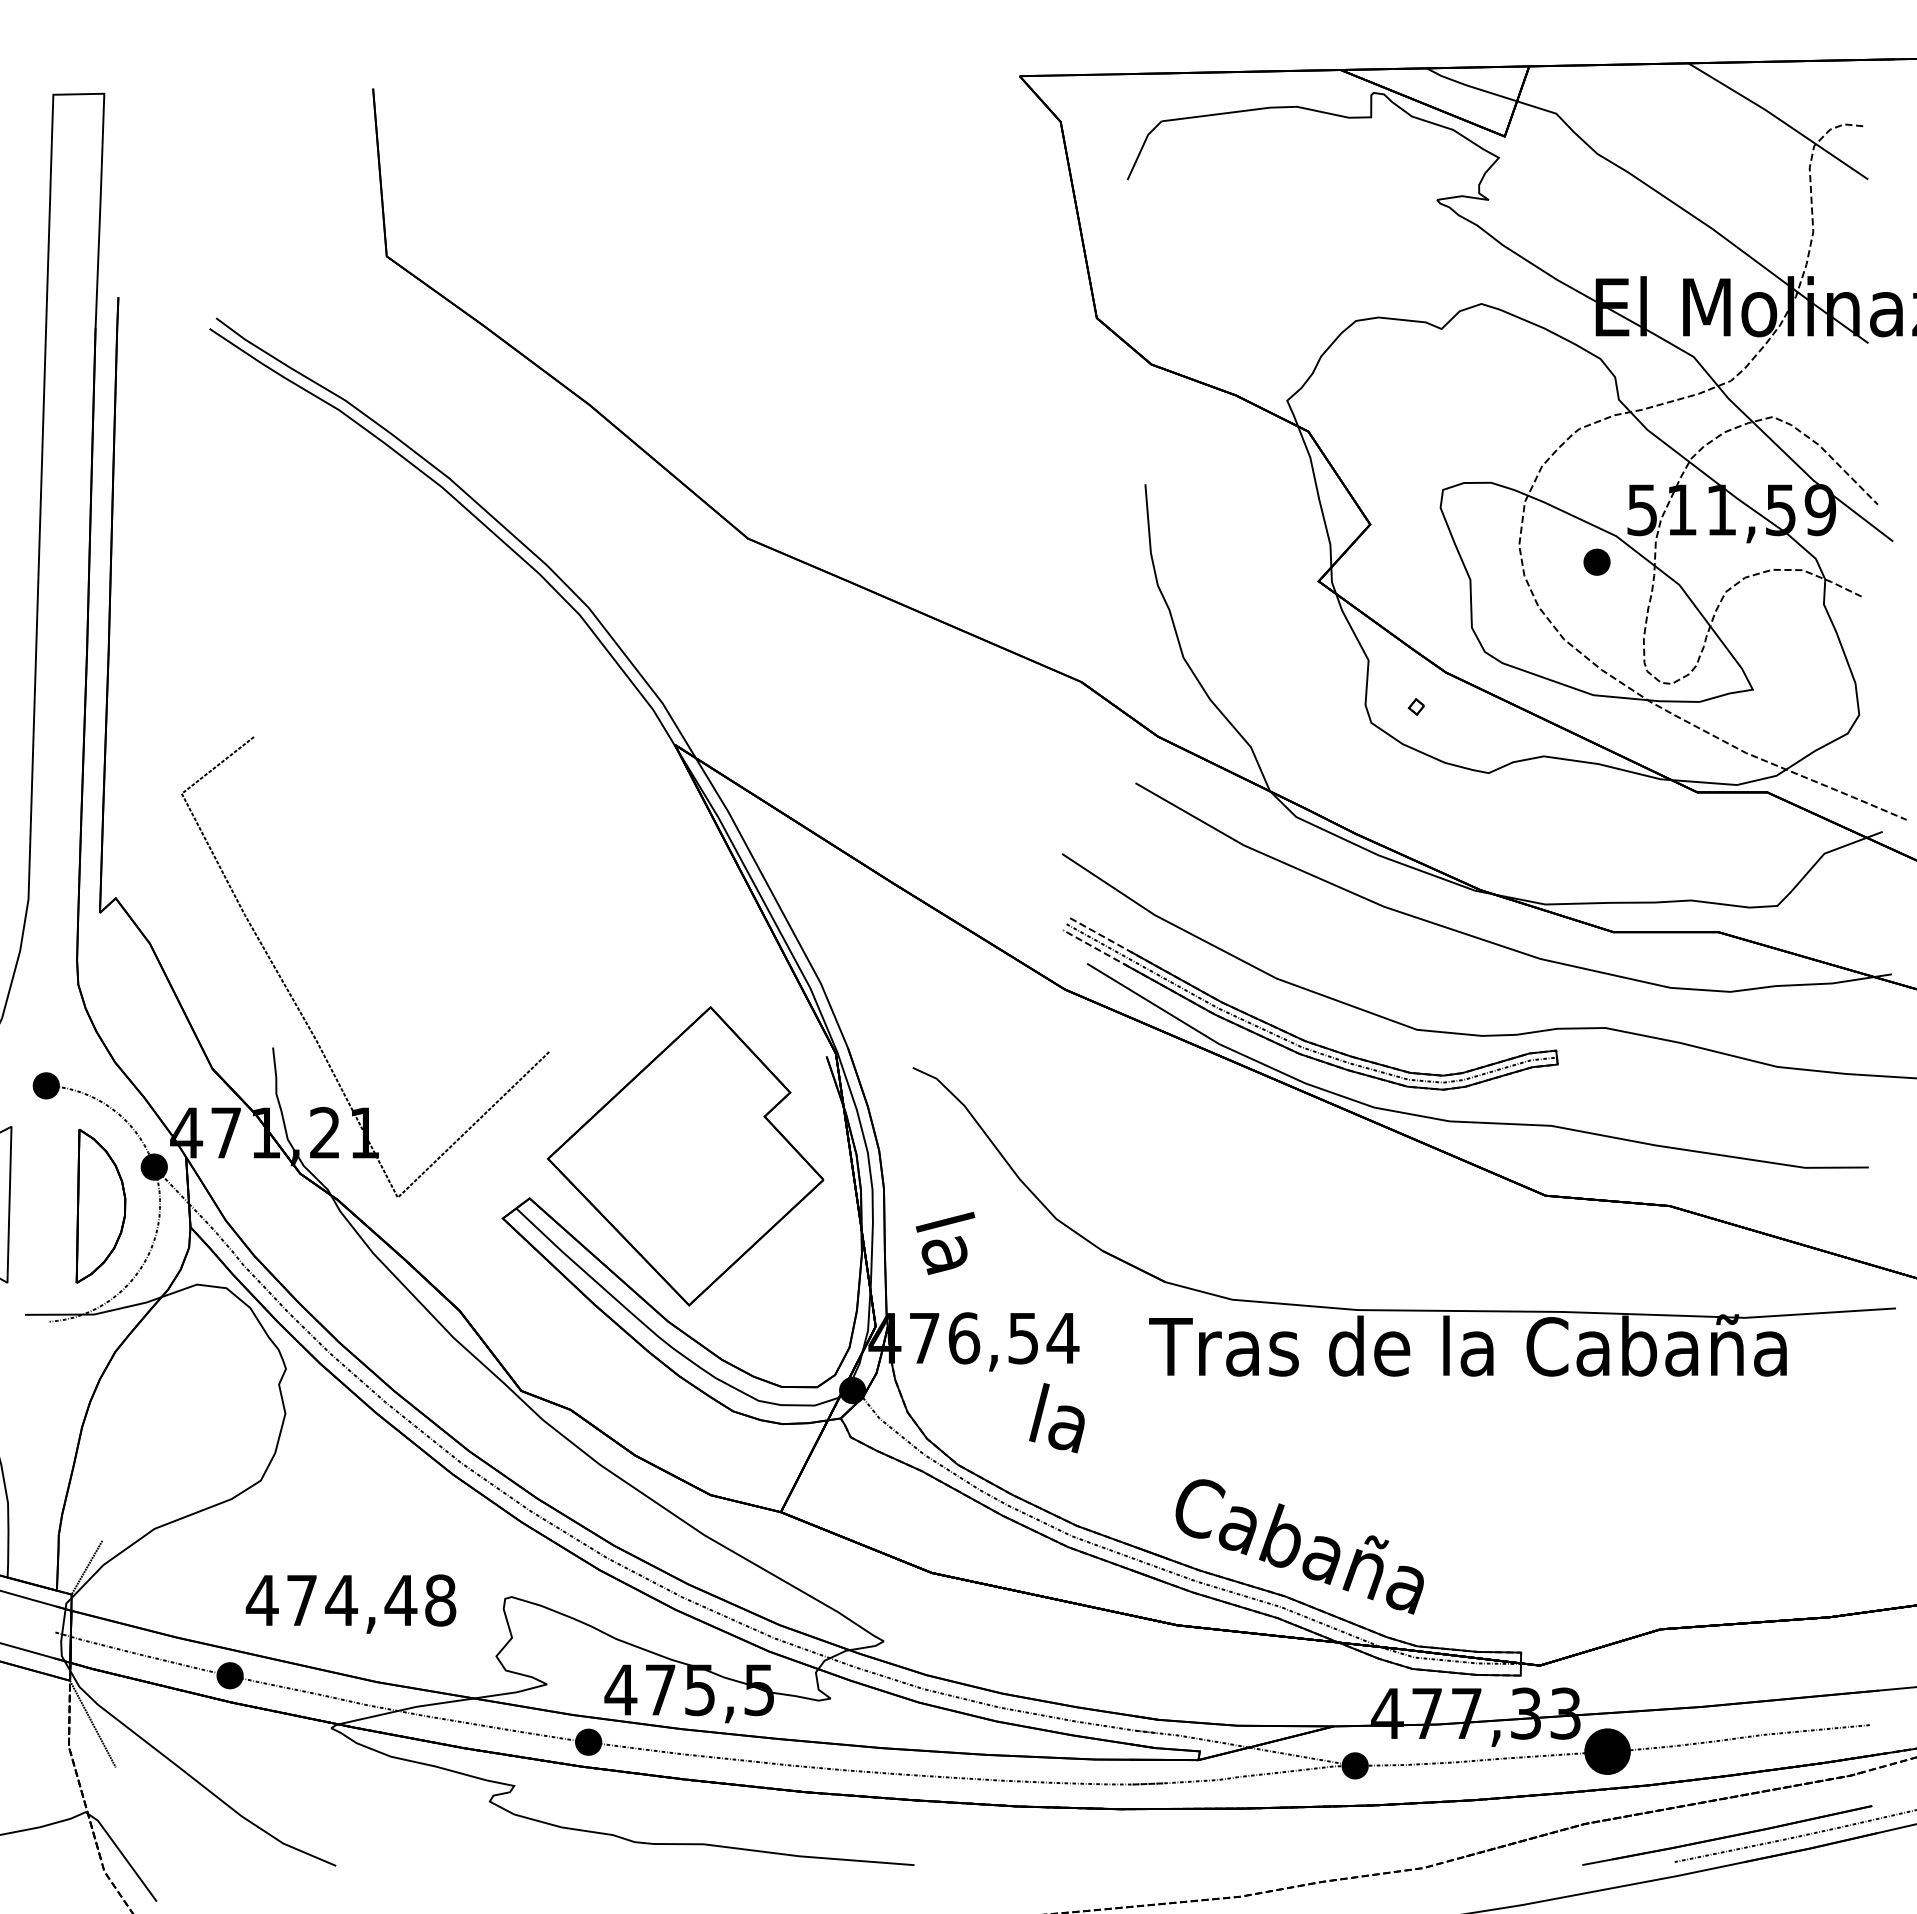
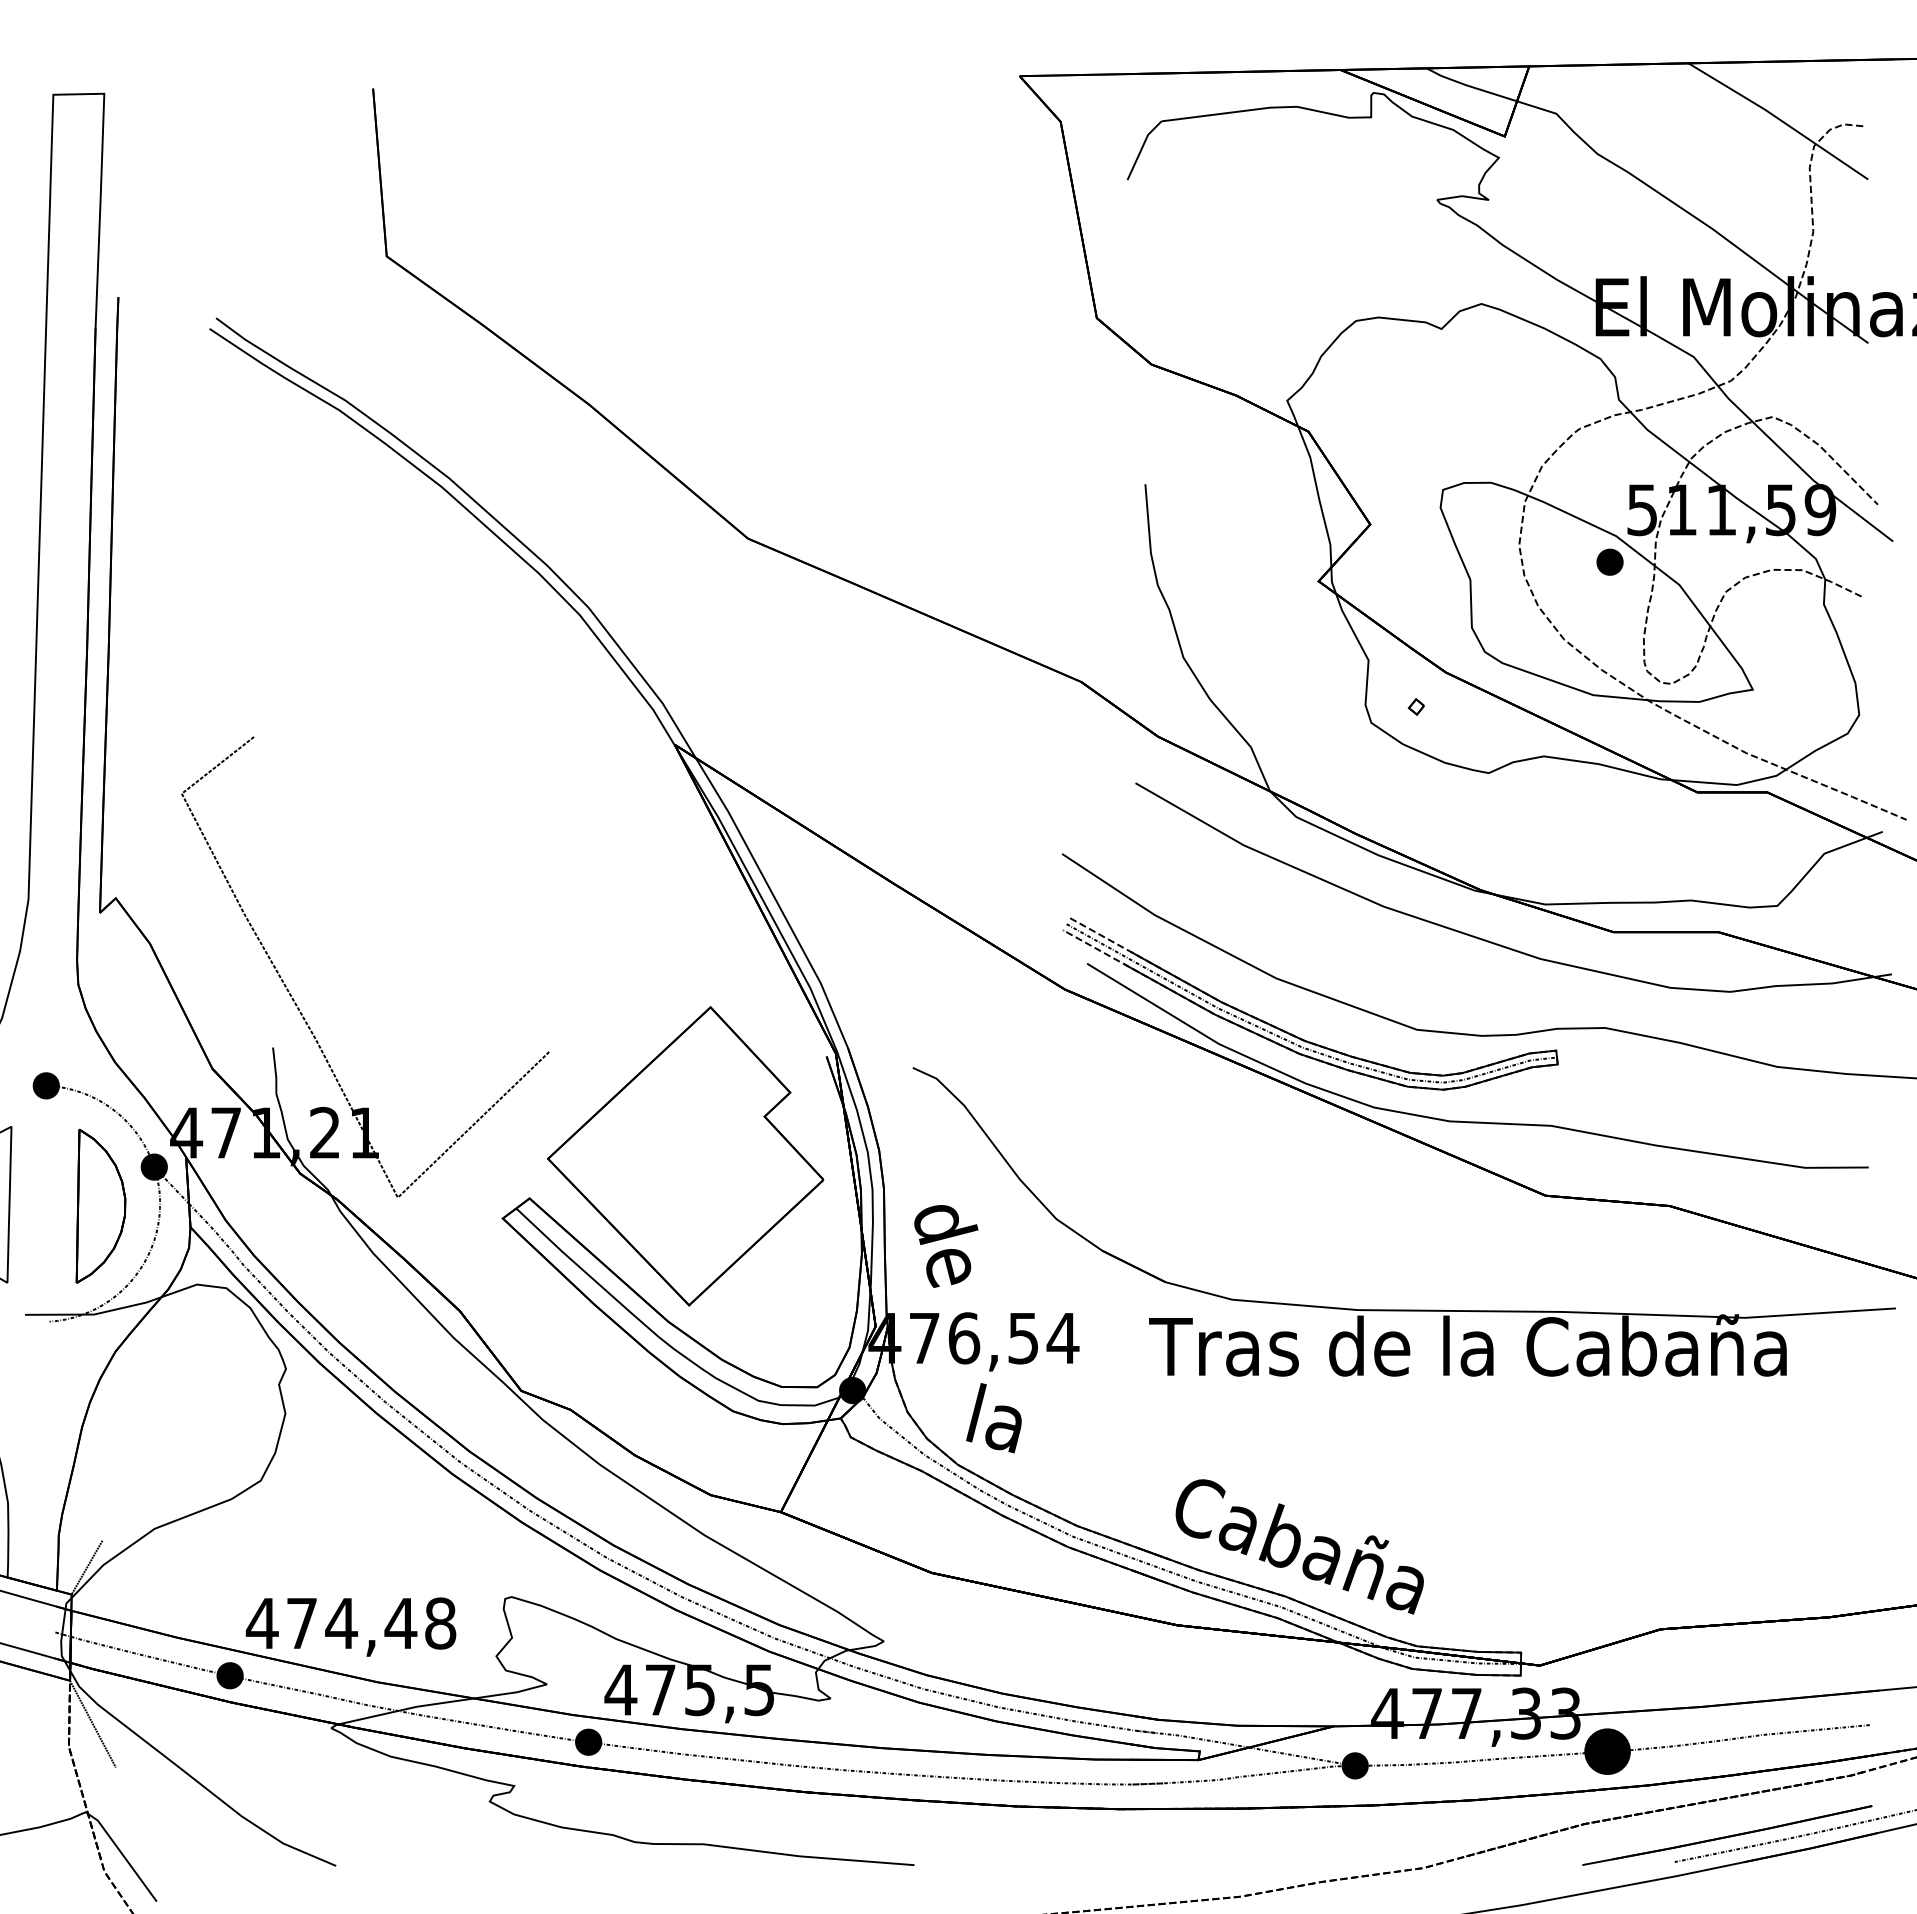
part at (1596, 561) position: (1596, 561) -> (1609, 561)
text at (946, 1246): la -> de
text at (1056, 1418) position: (1056, 1418) -> (993, 1418)
text at (350, 1603) position: (350, 1603) -> (350, 1626)
